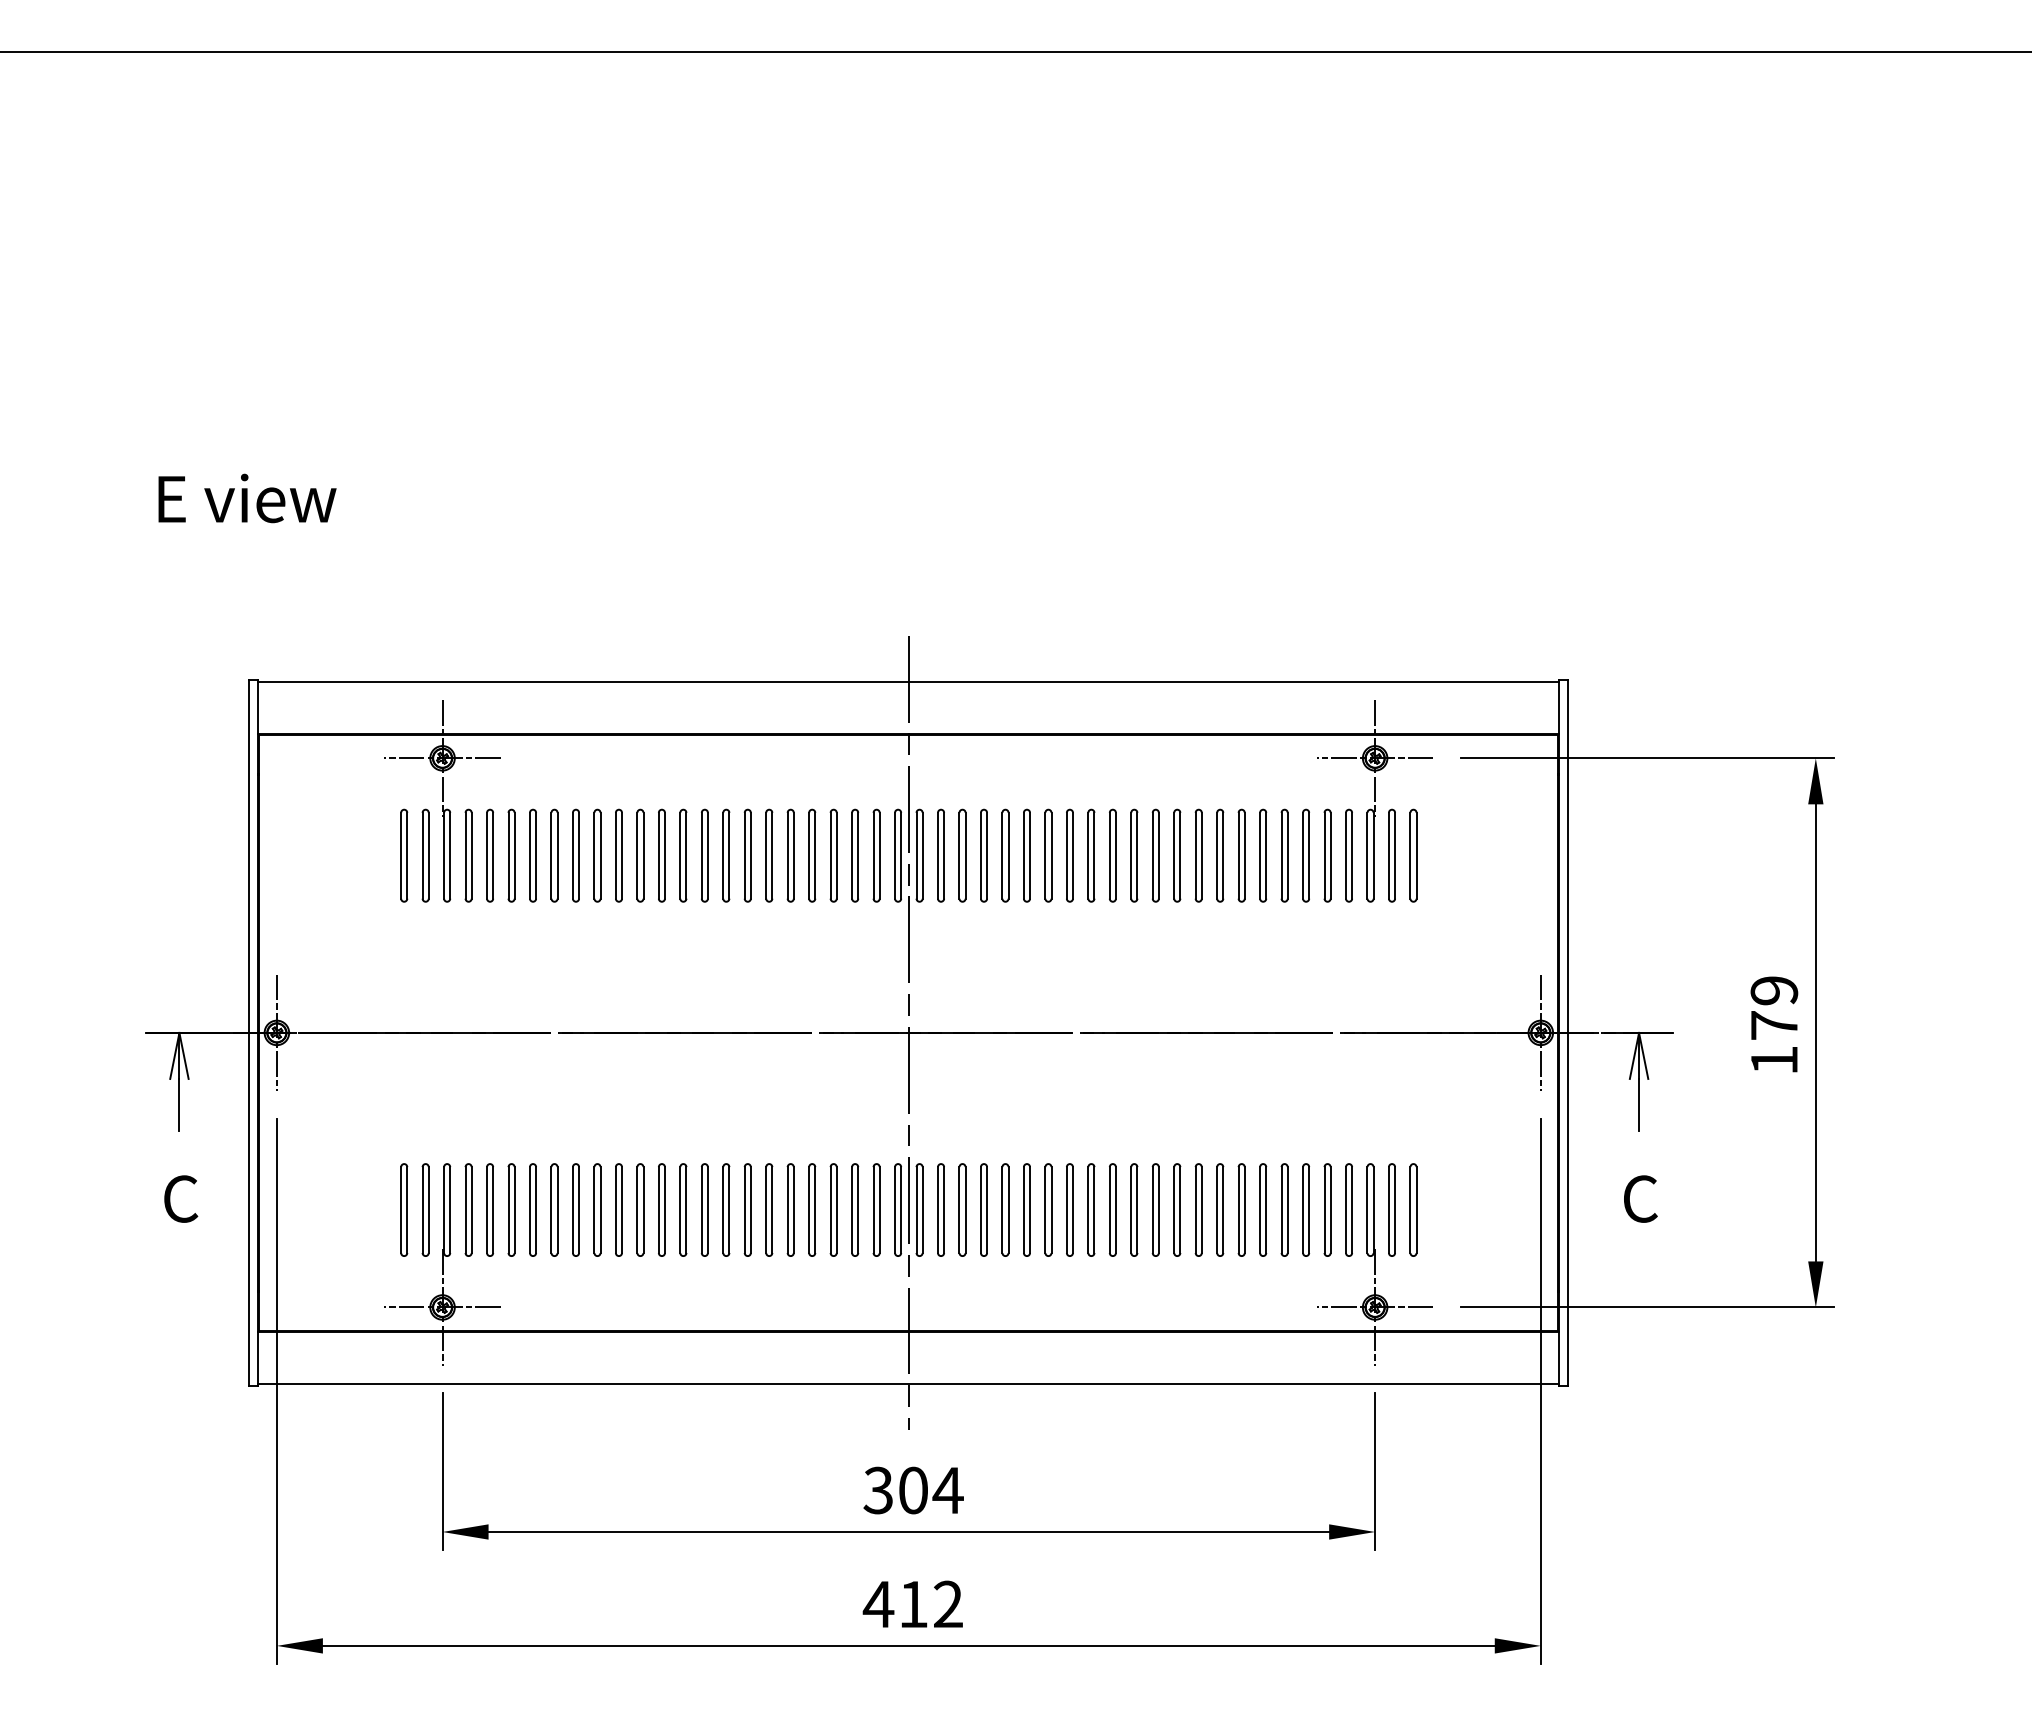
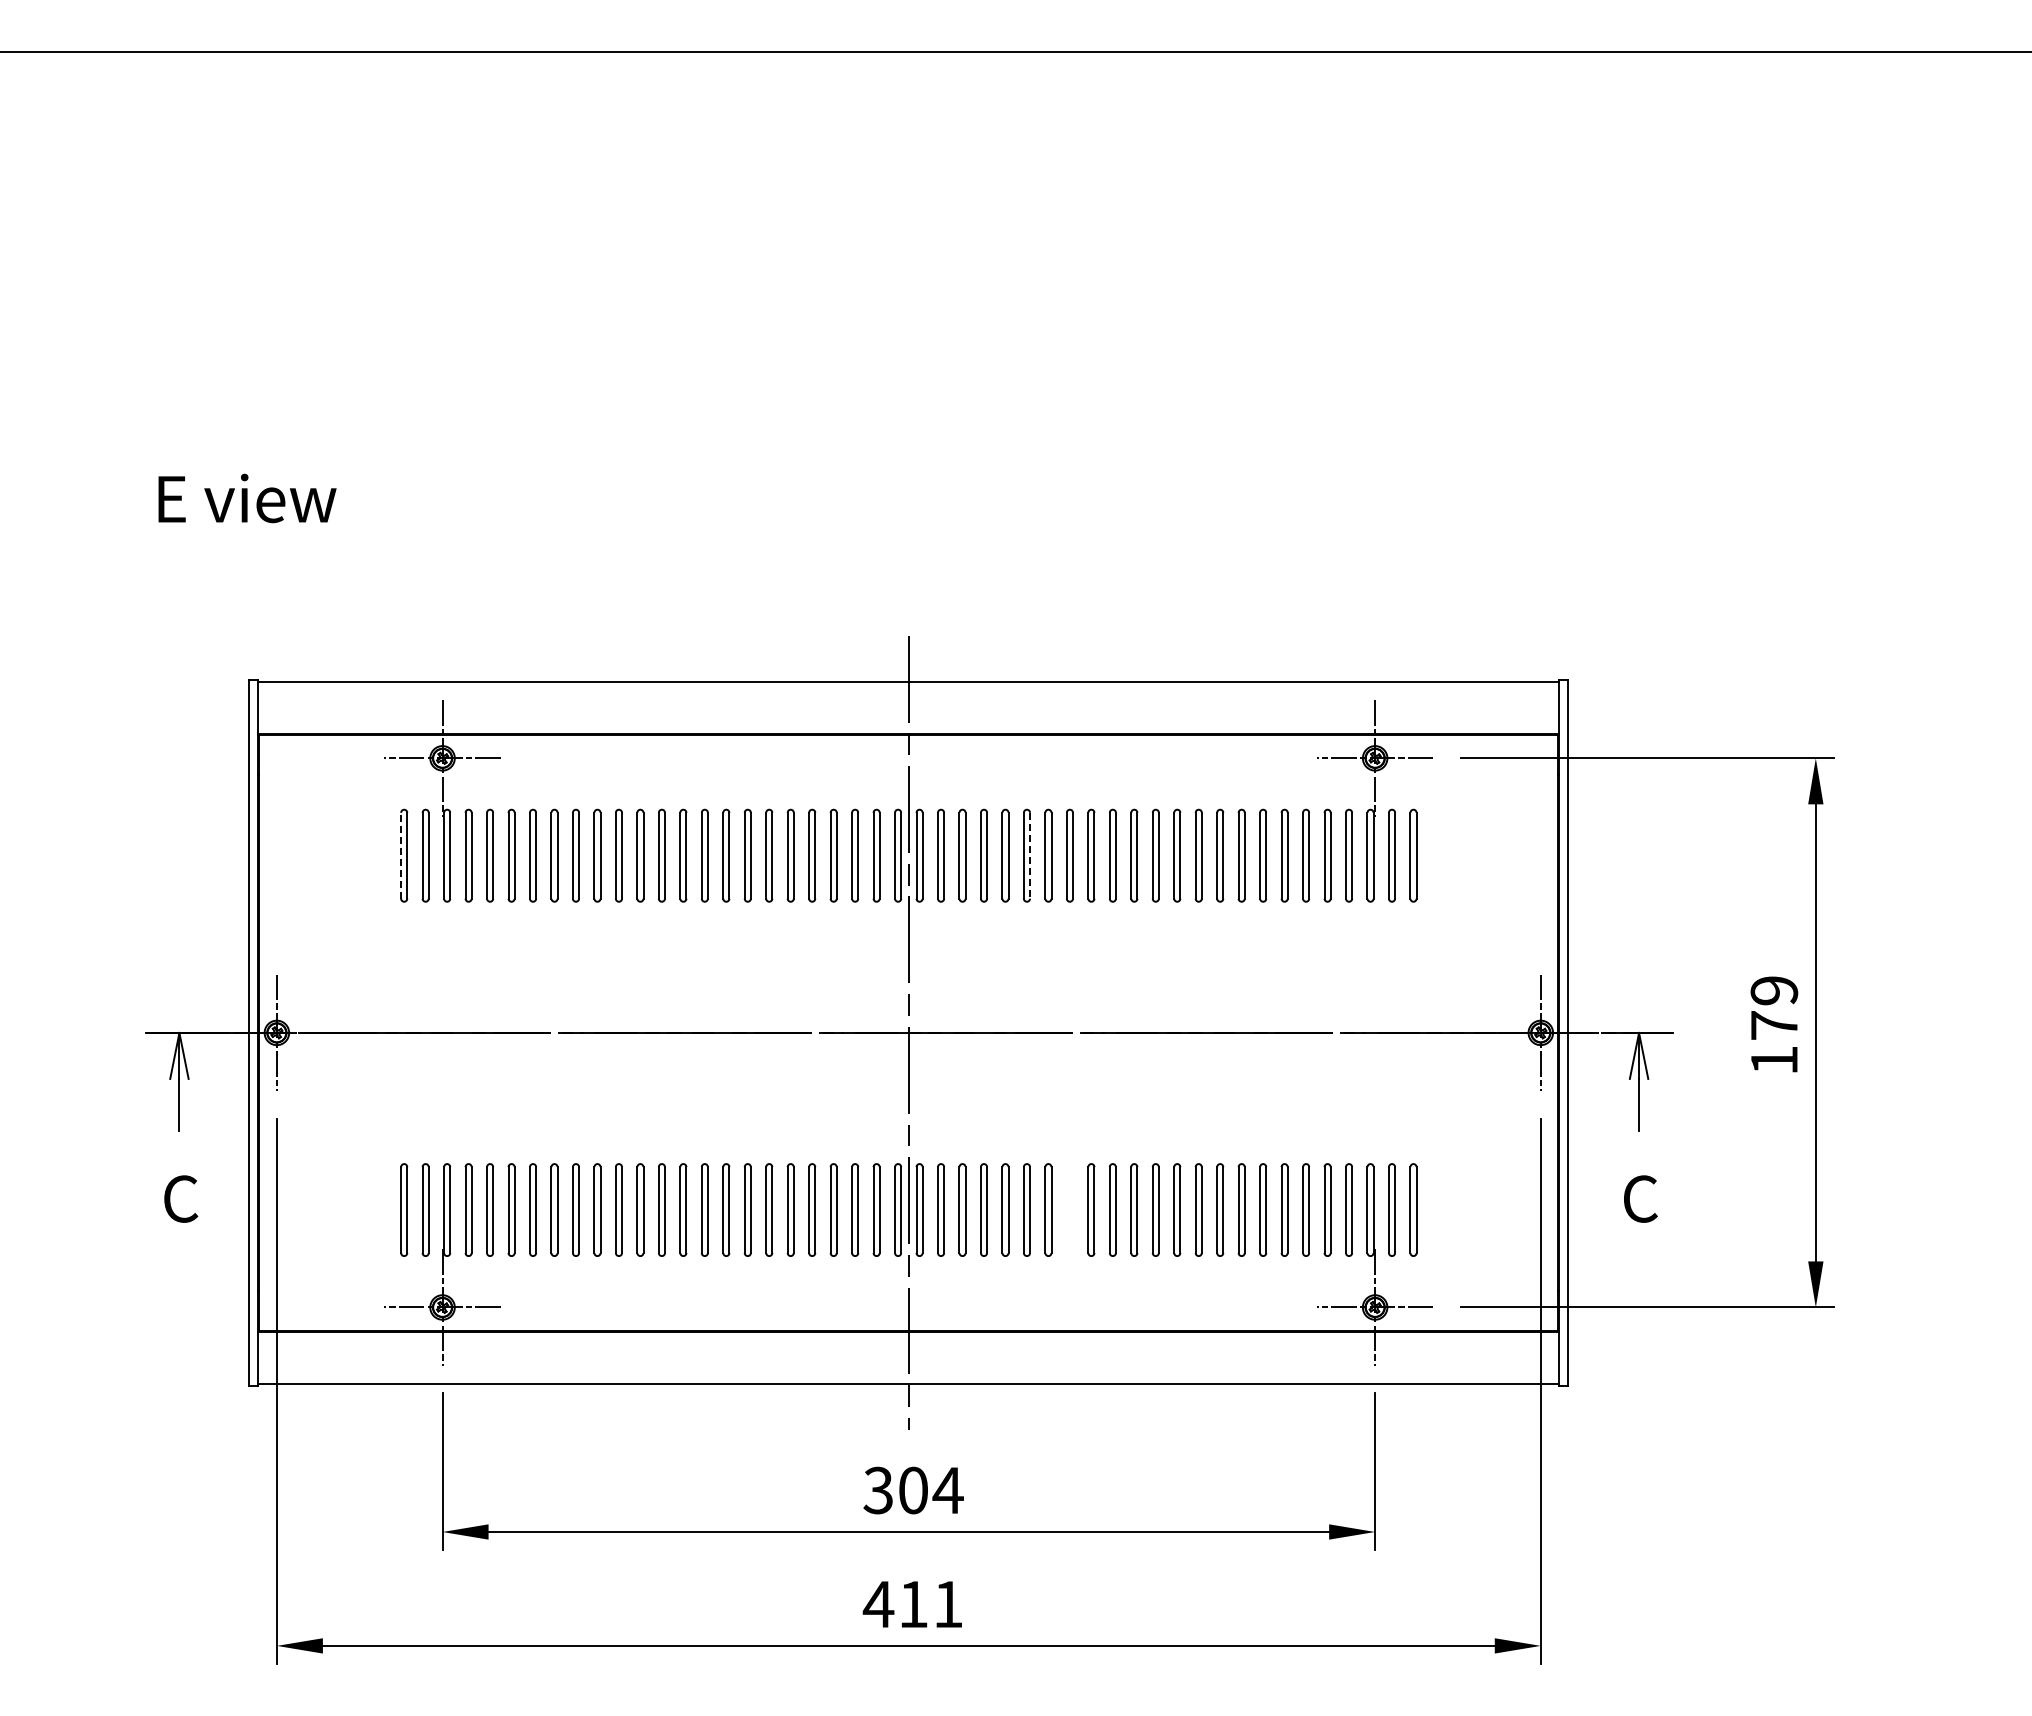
line at (401, 855): solid -> dashed
line at (1030, 855): solid -> dashed
part at (1069, 1209): present -> none
text at (948, 1603): 412 -> 411
